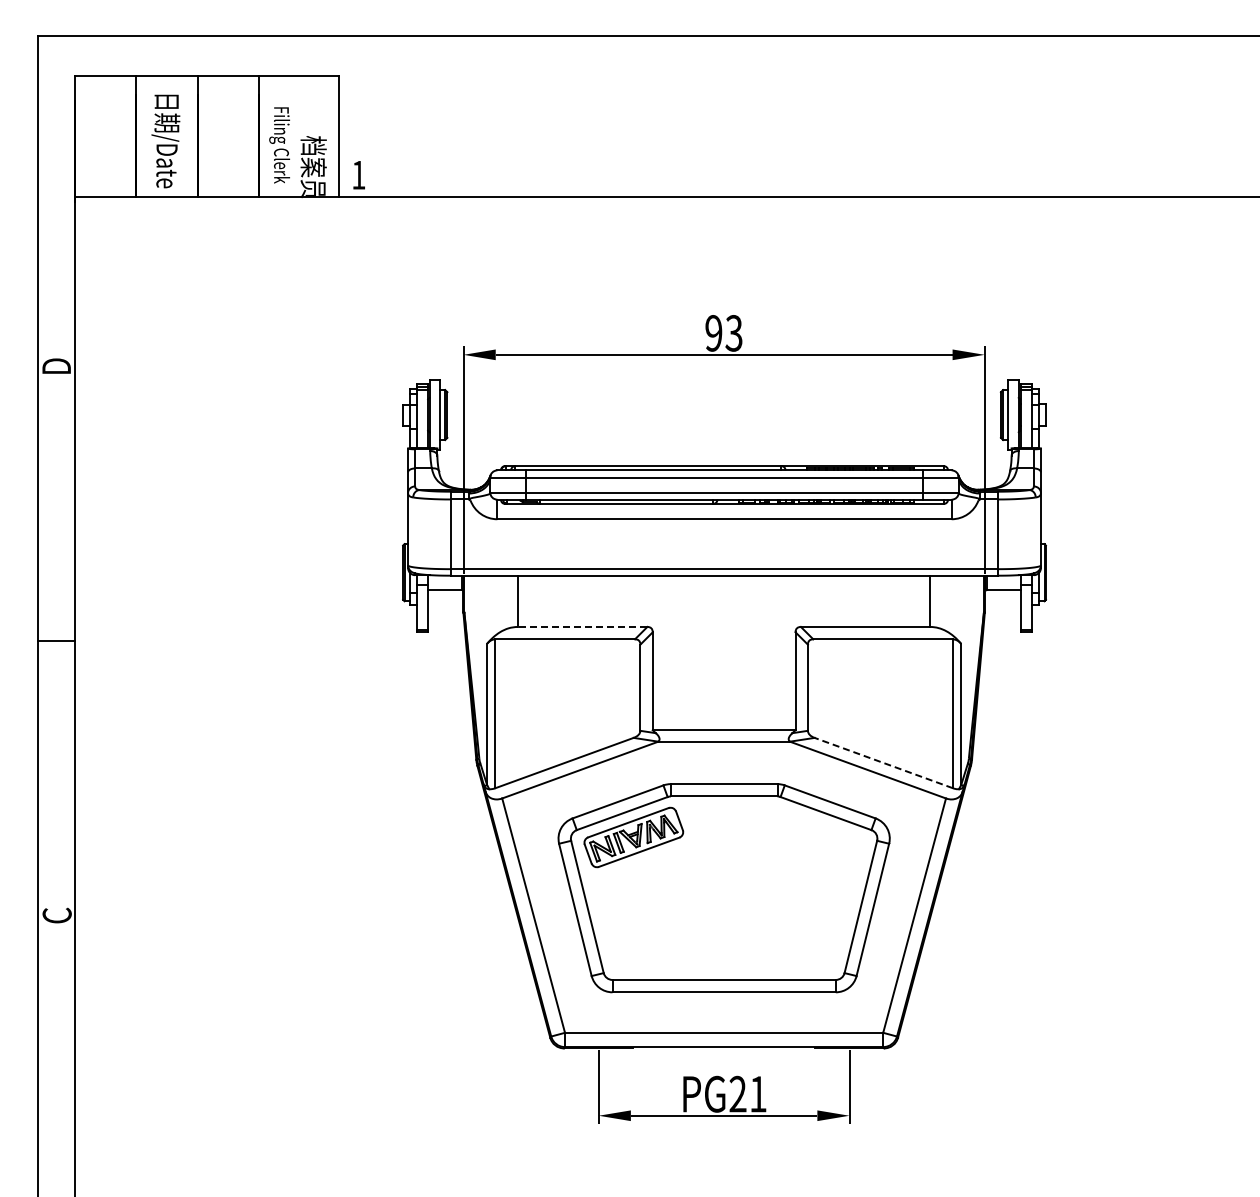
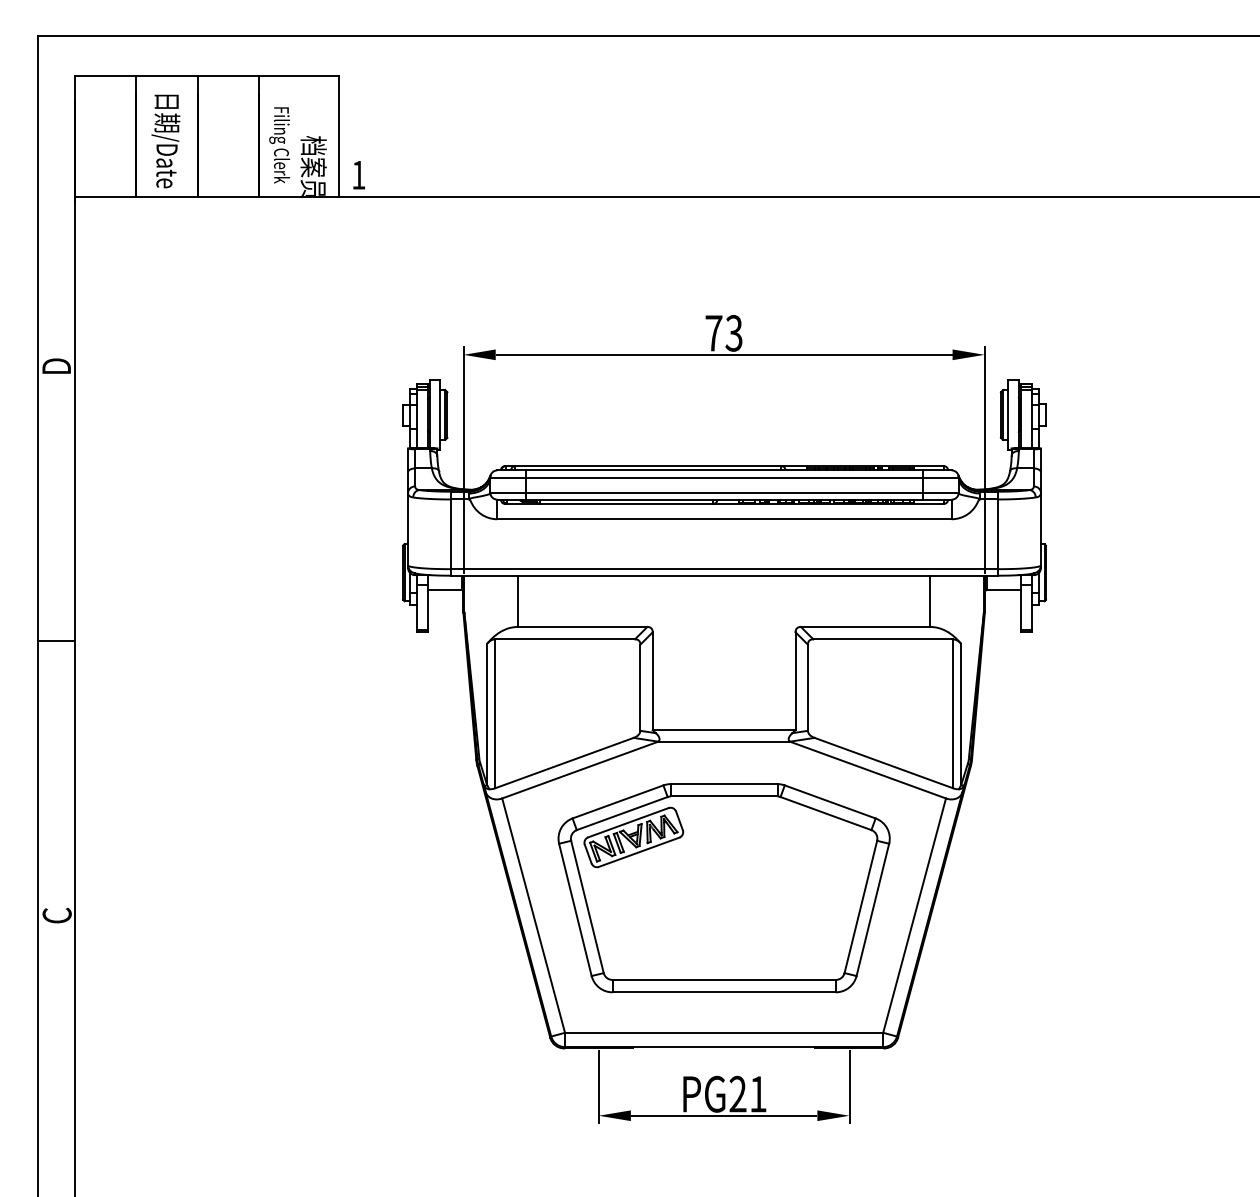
text at (713, 333): 93 -> 73
line at (582, 626): dashed -> solid
line at (883, 763): dashed -> solid
